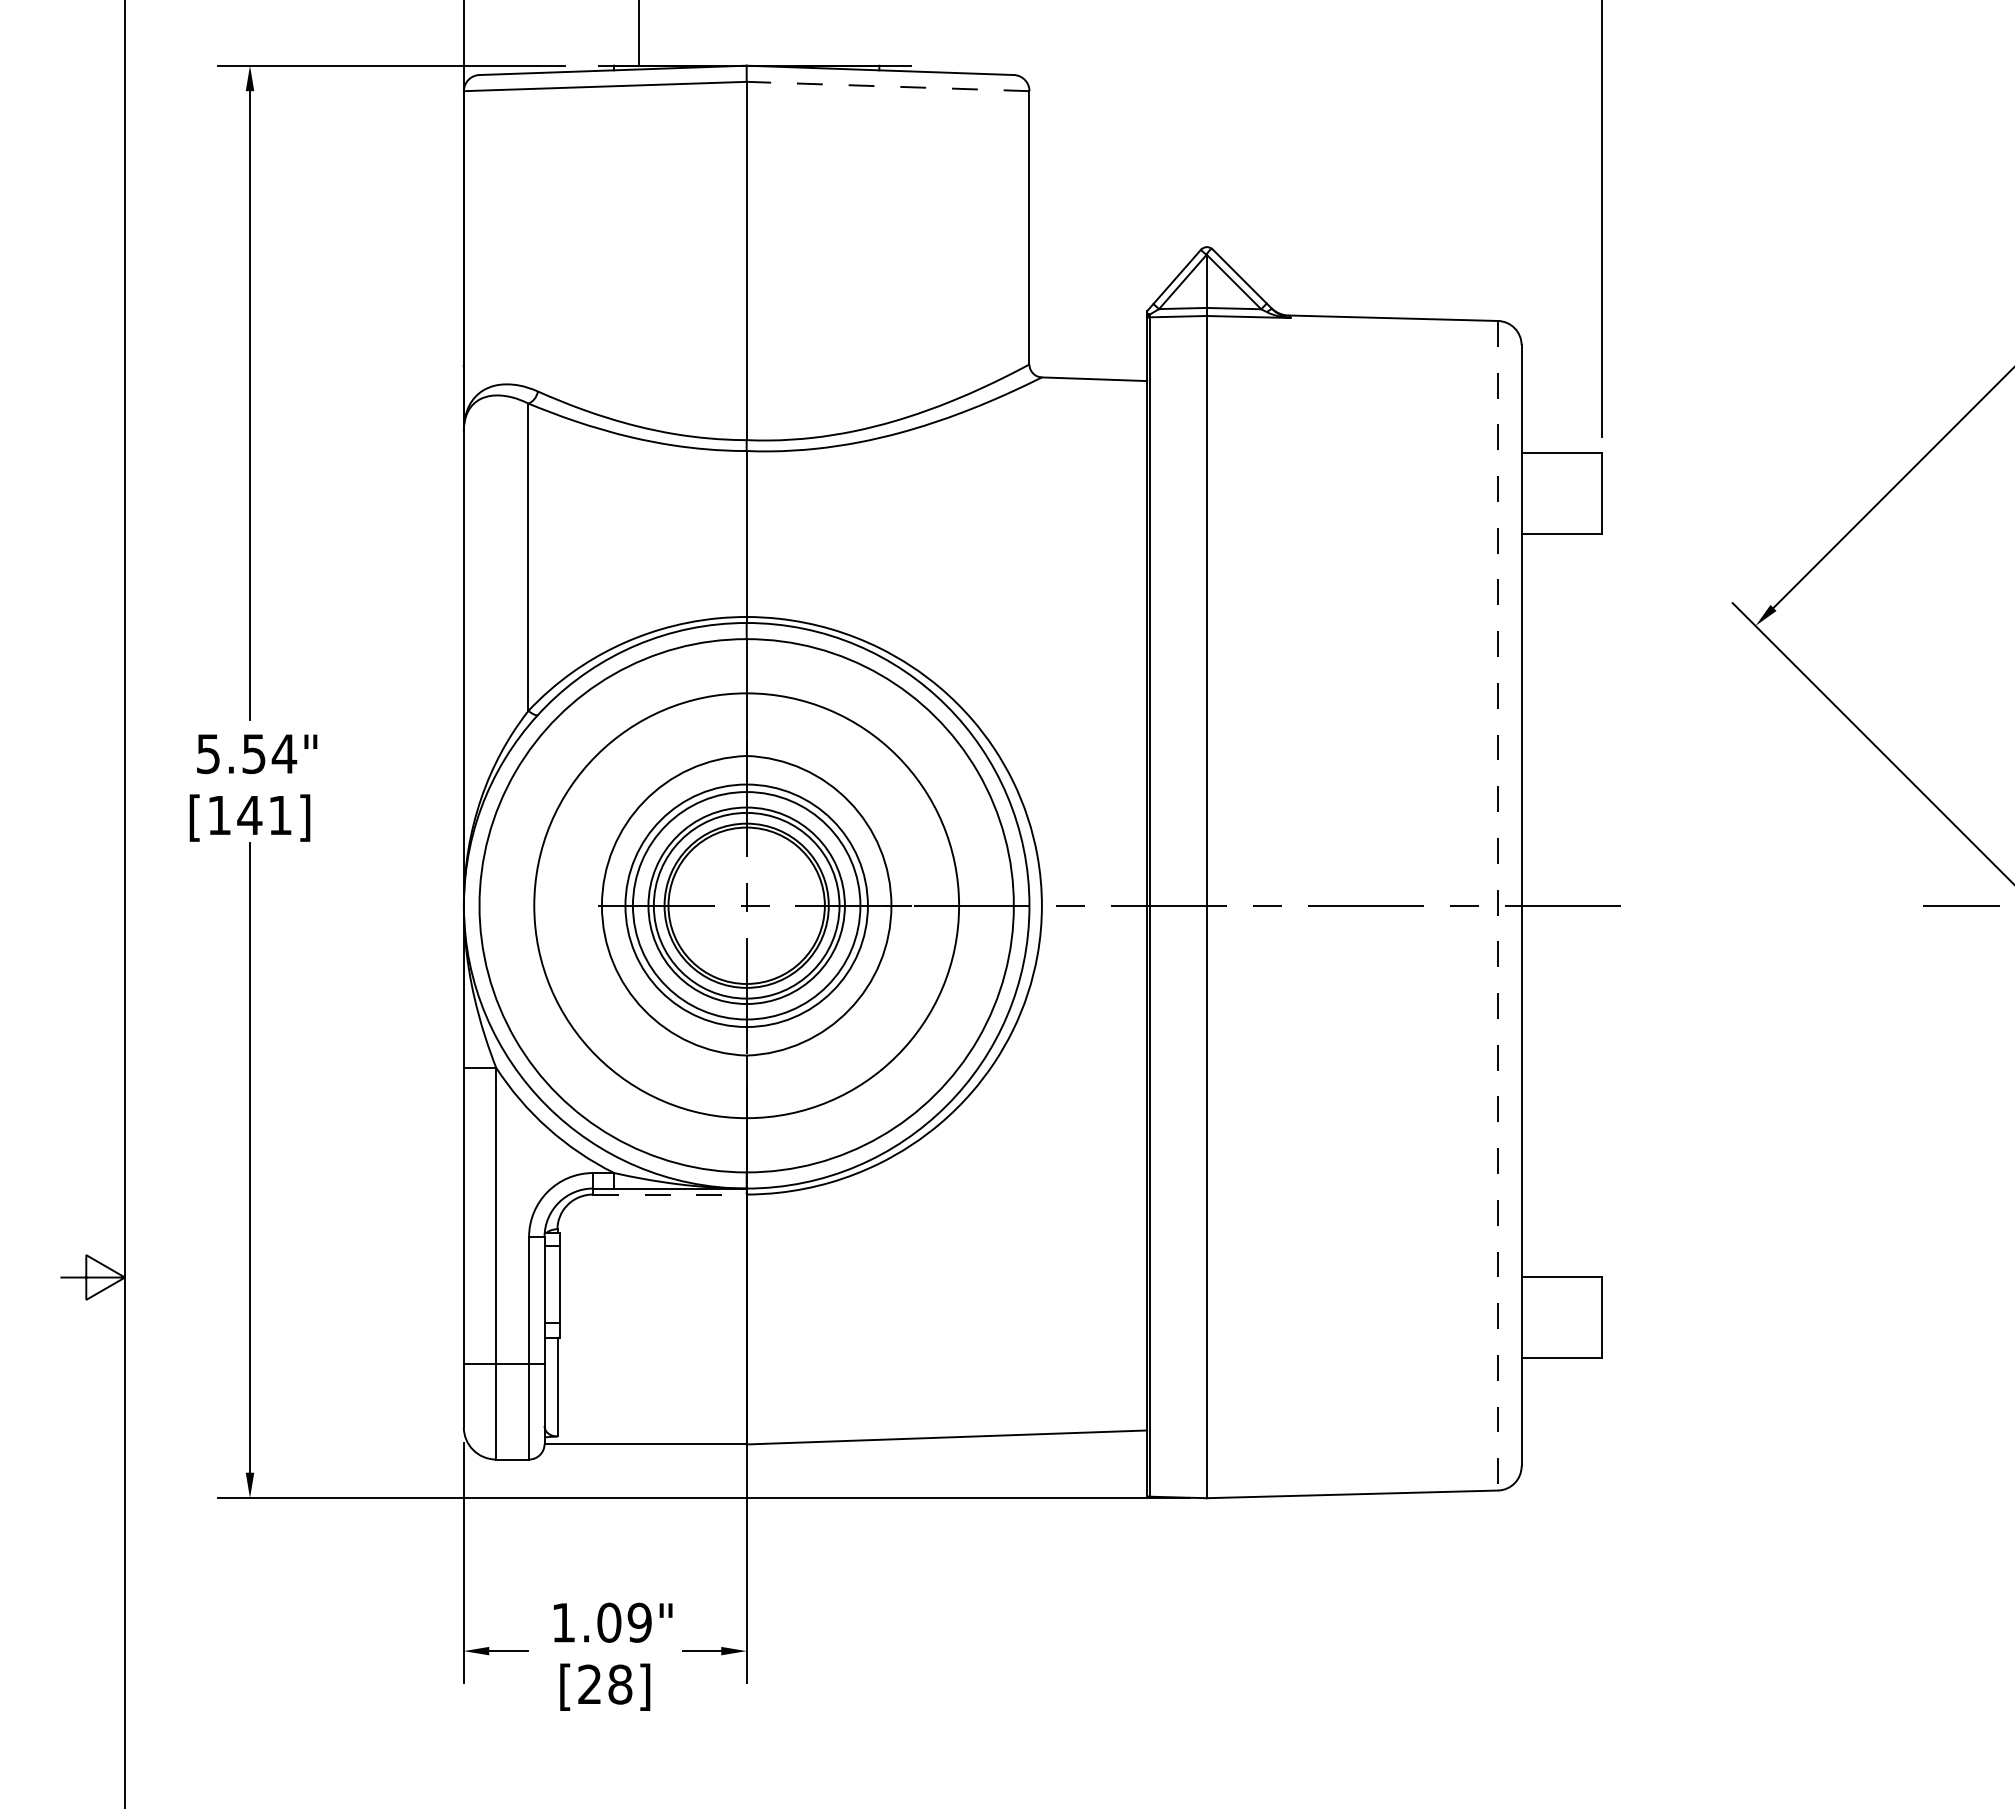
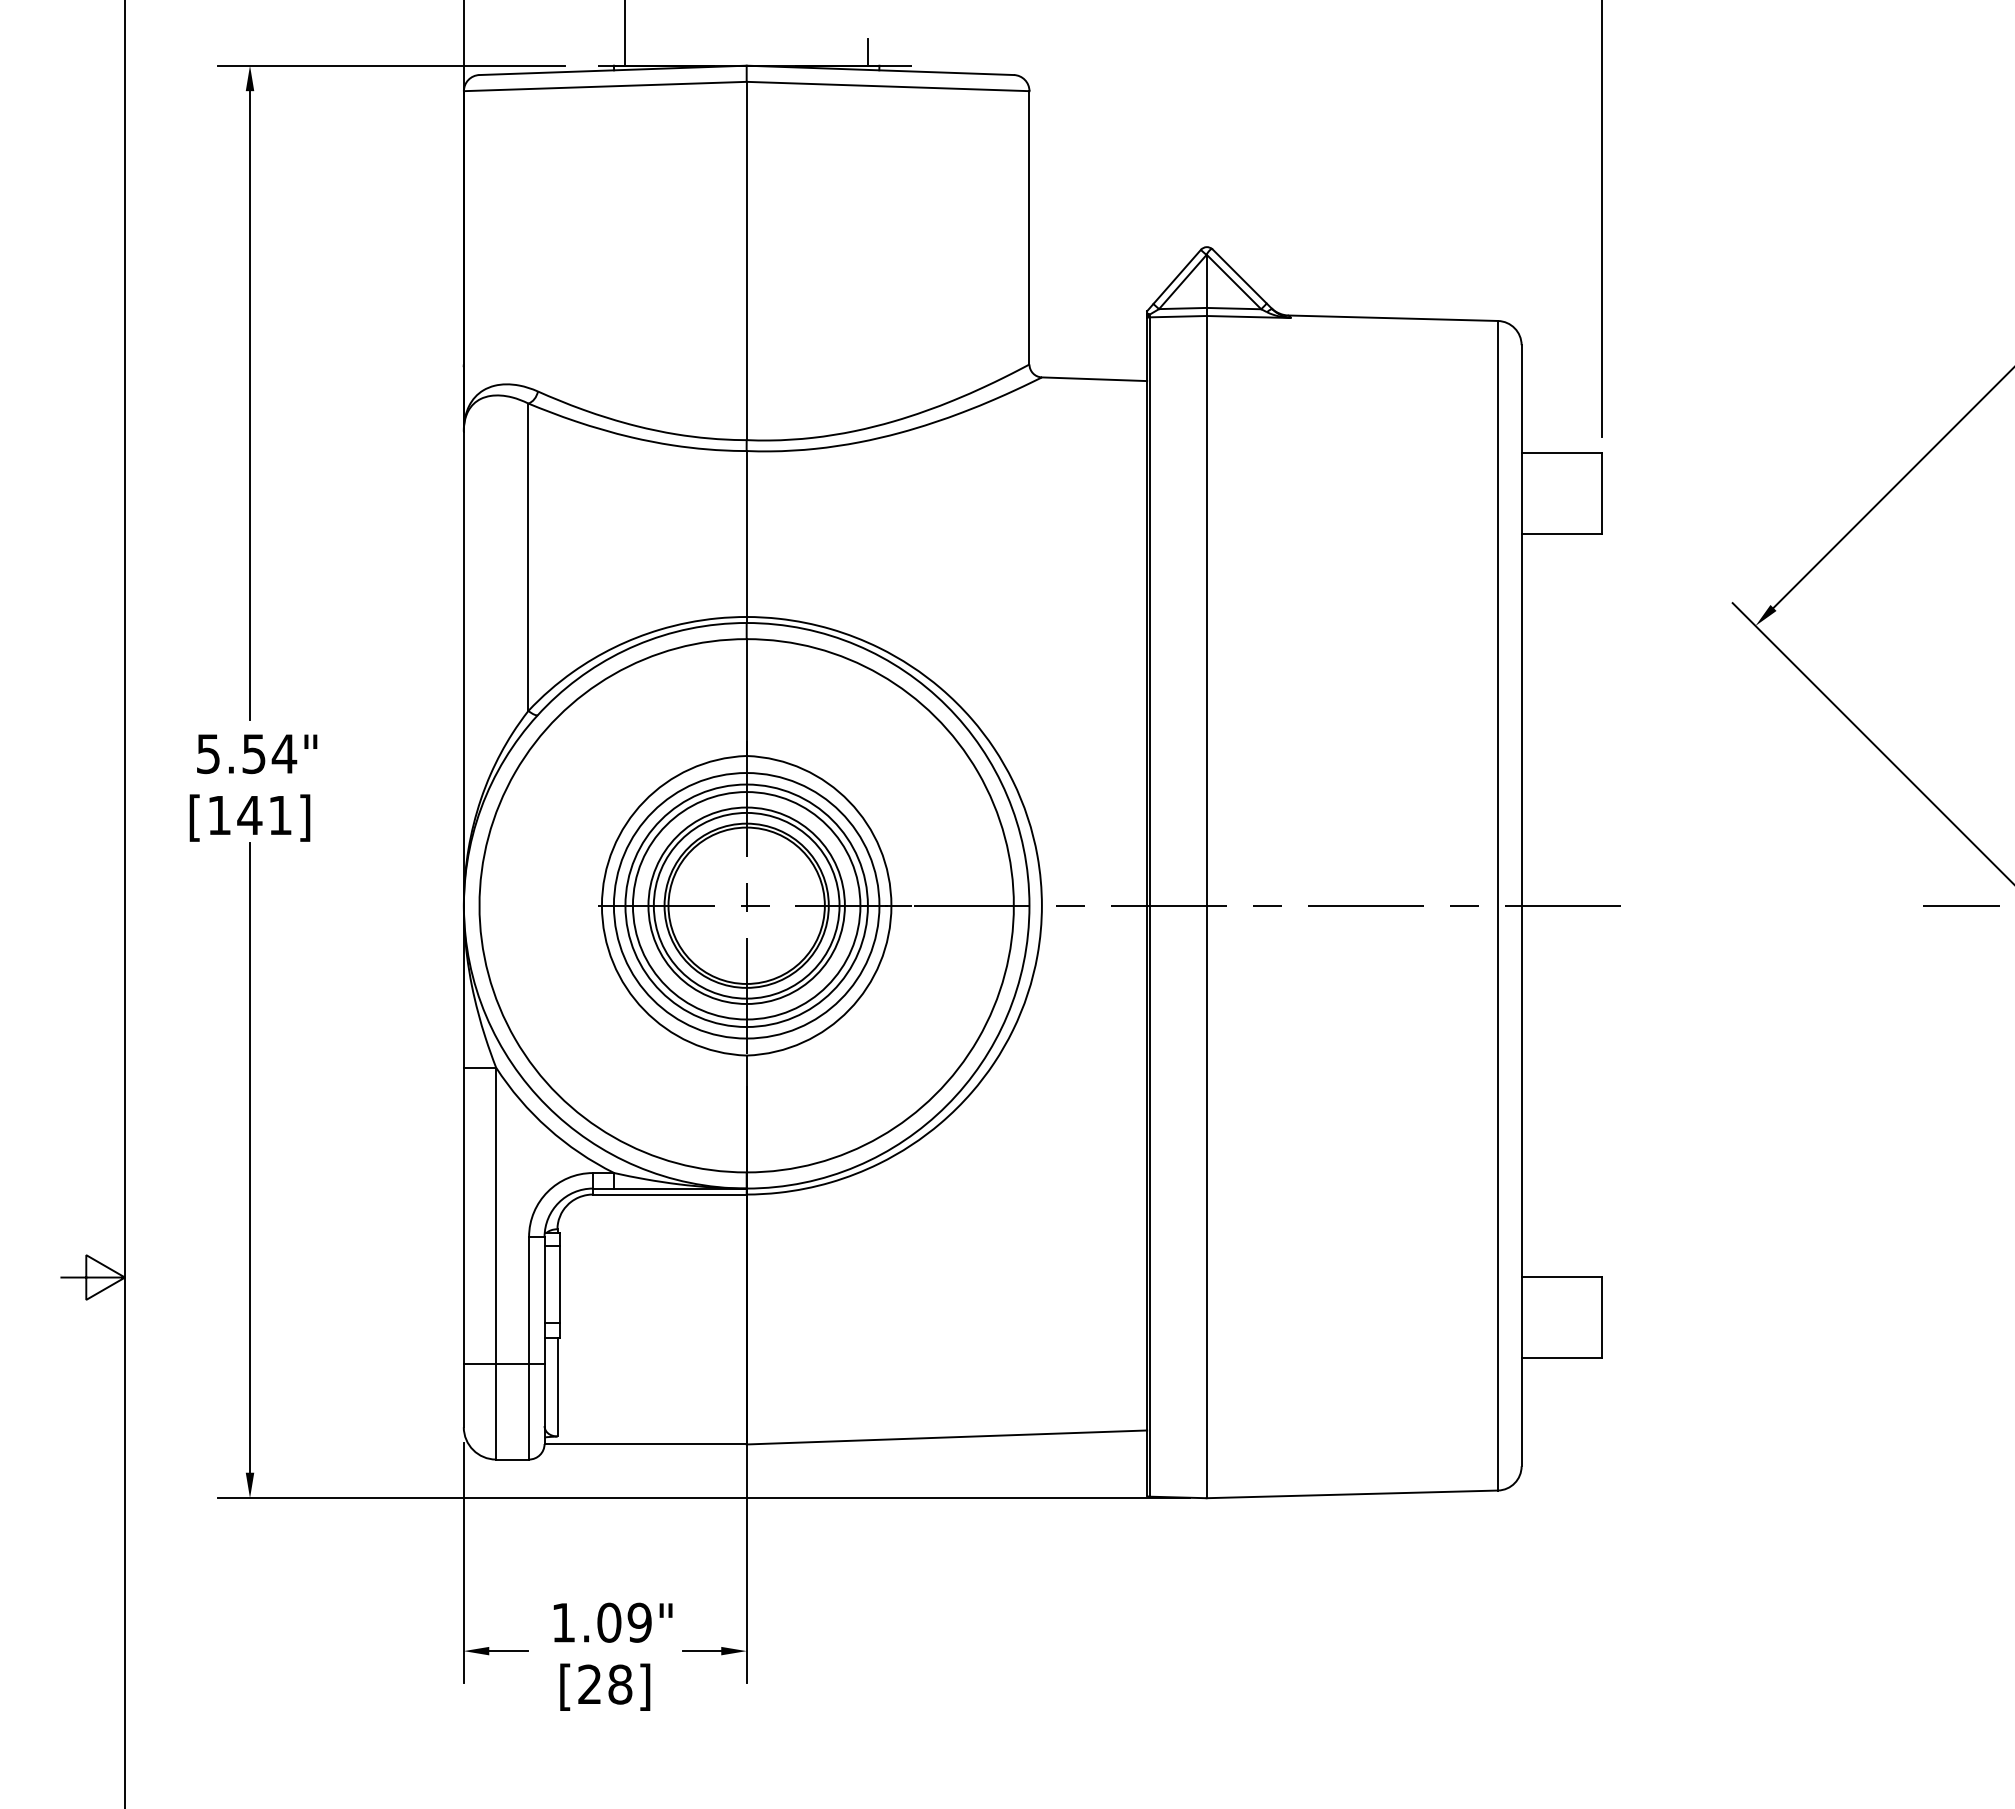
line at (639, 33) position: (639, 33) -> (625, 33)
line at (867, 51): none -> present
line at (887, 86): dashed -> solid
circle at (746, 905) diameter: 425 px -> 266 px
line at (1498, 905): dashed -> solid
line at (669, 1194): dashed -> solid
